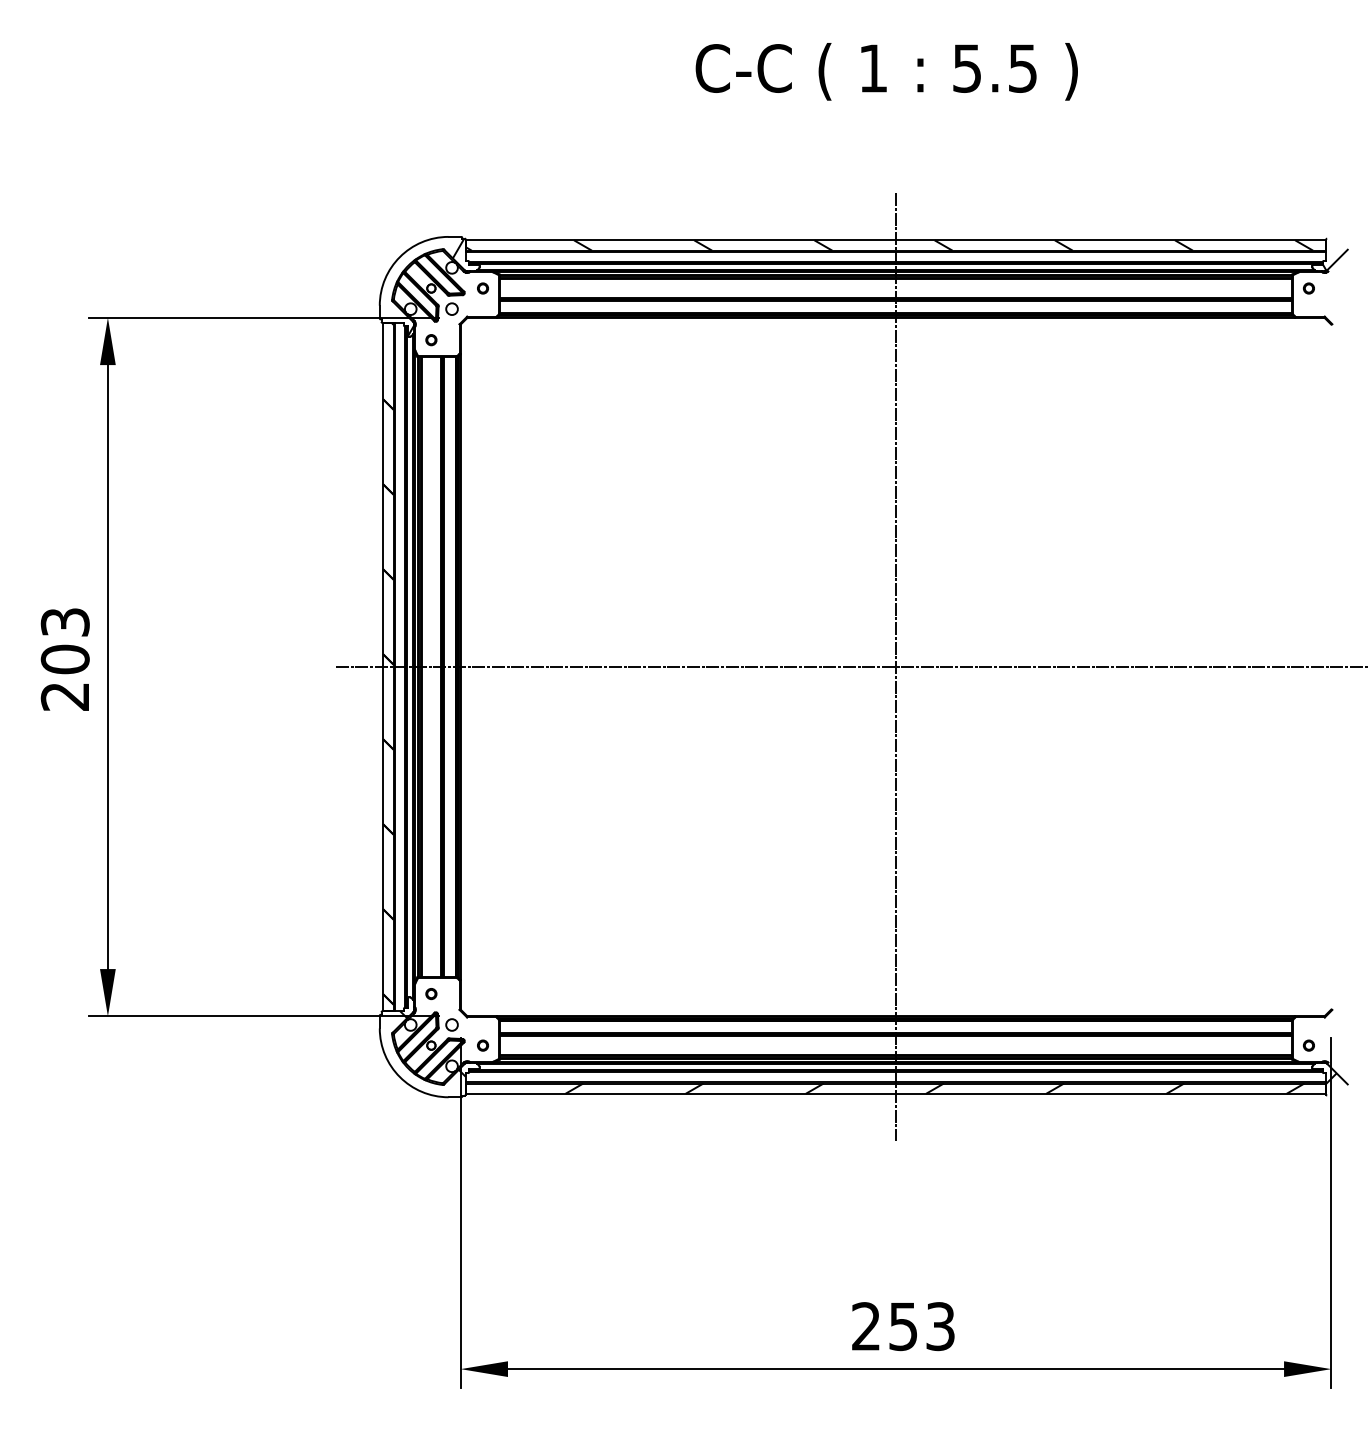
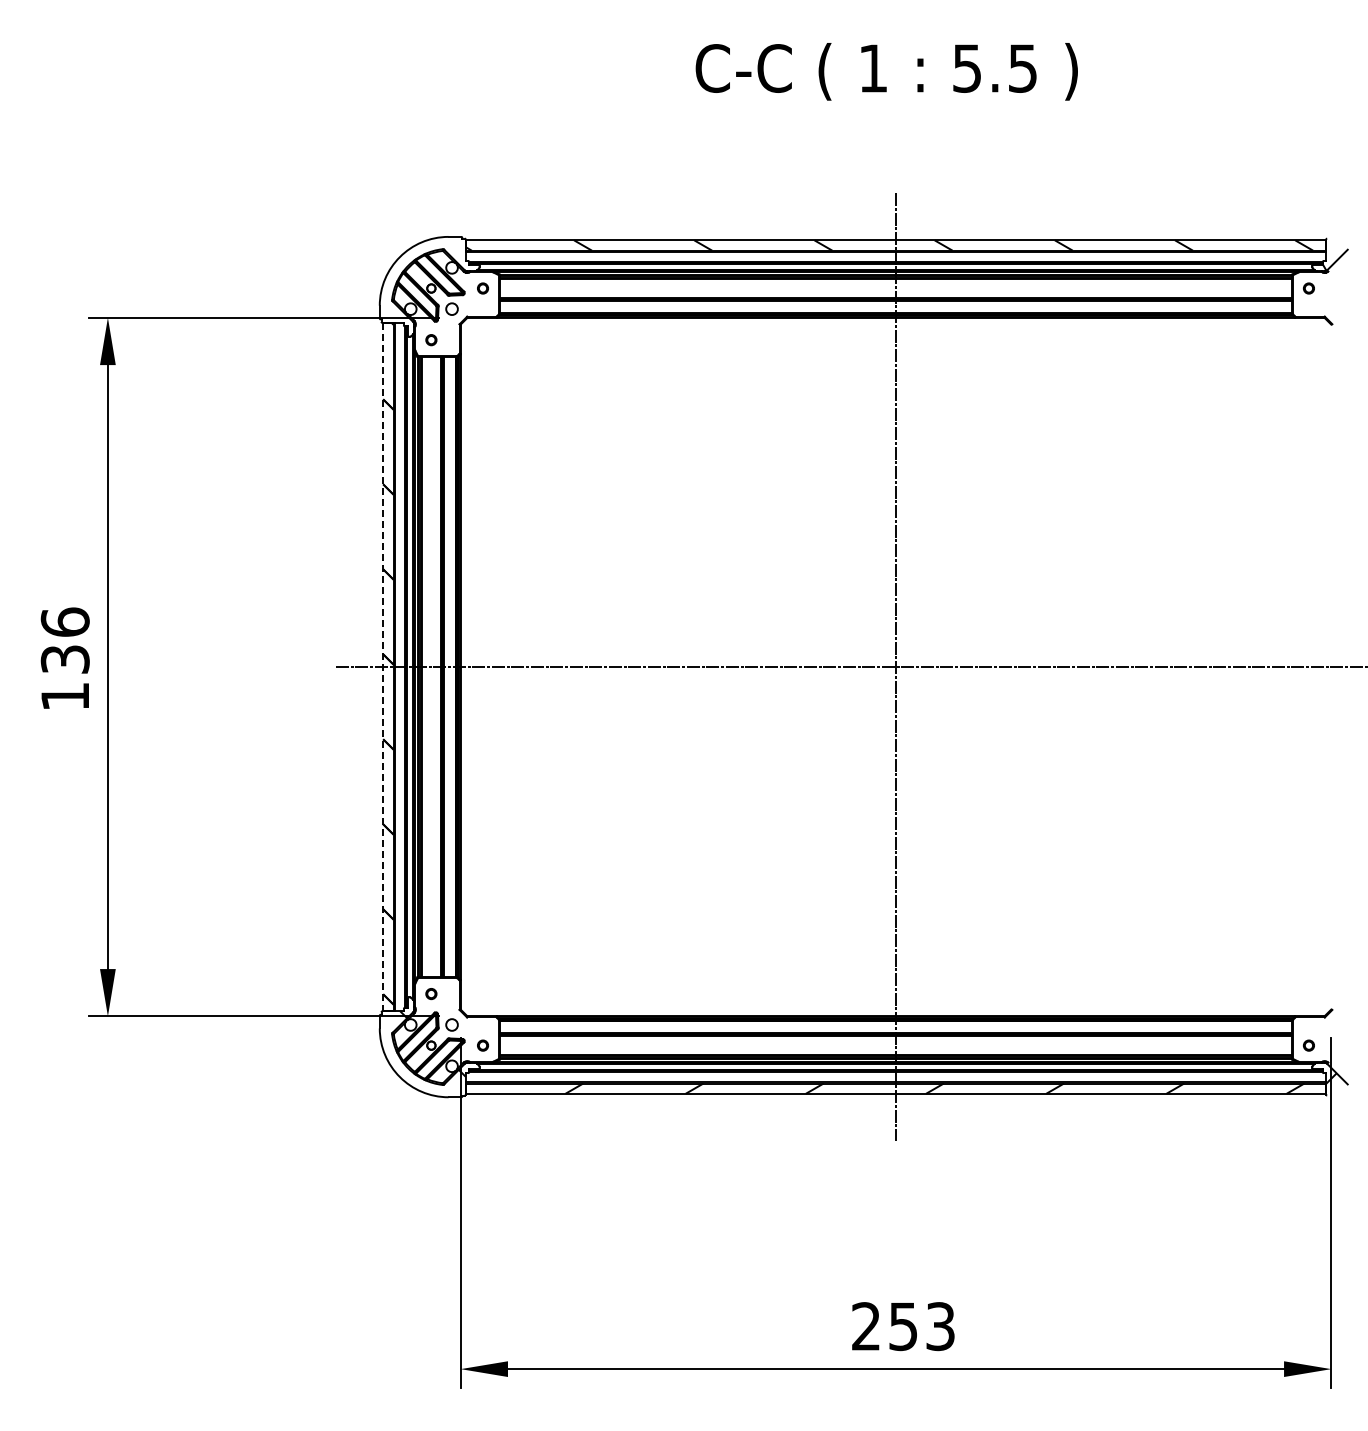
hatch at (436, 286): present -> none
text at (64, 658): 203 -> 136
line at (383, 667): solid -> dashed
